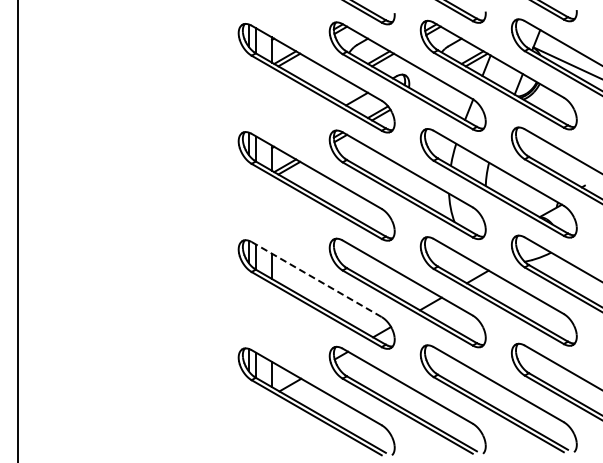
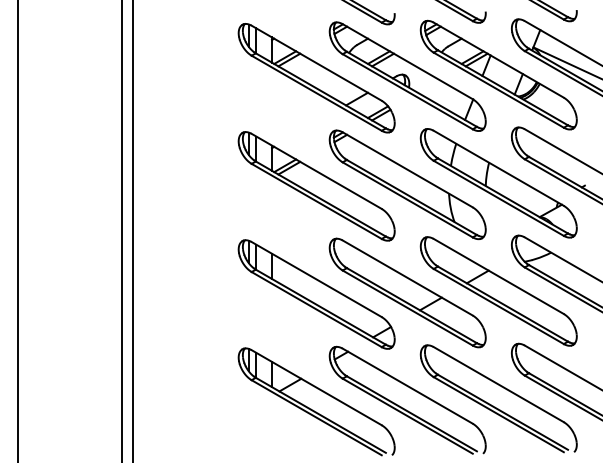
line at (122, 230): none -> present
line at (133, 230): none -> present
line at (317, 279): dashed -> solid
